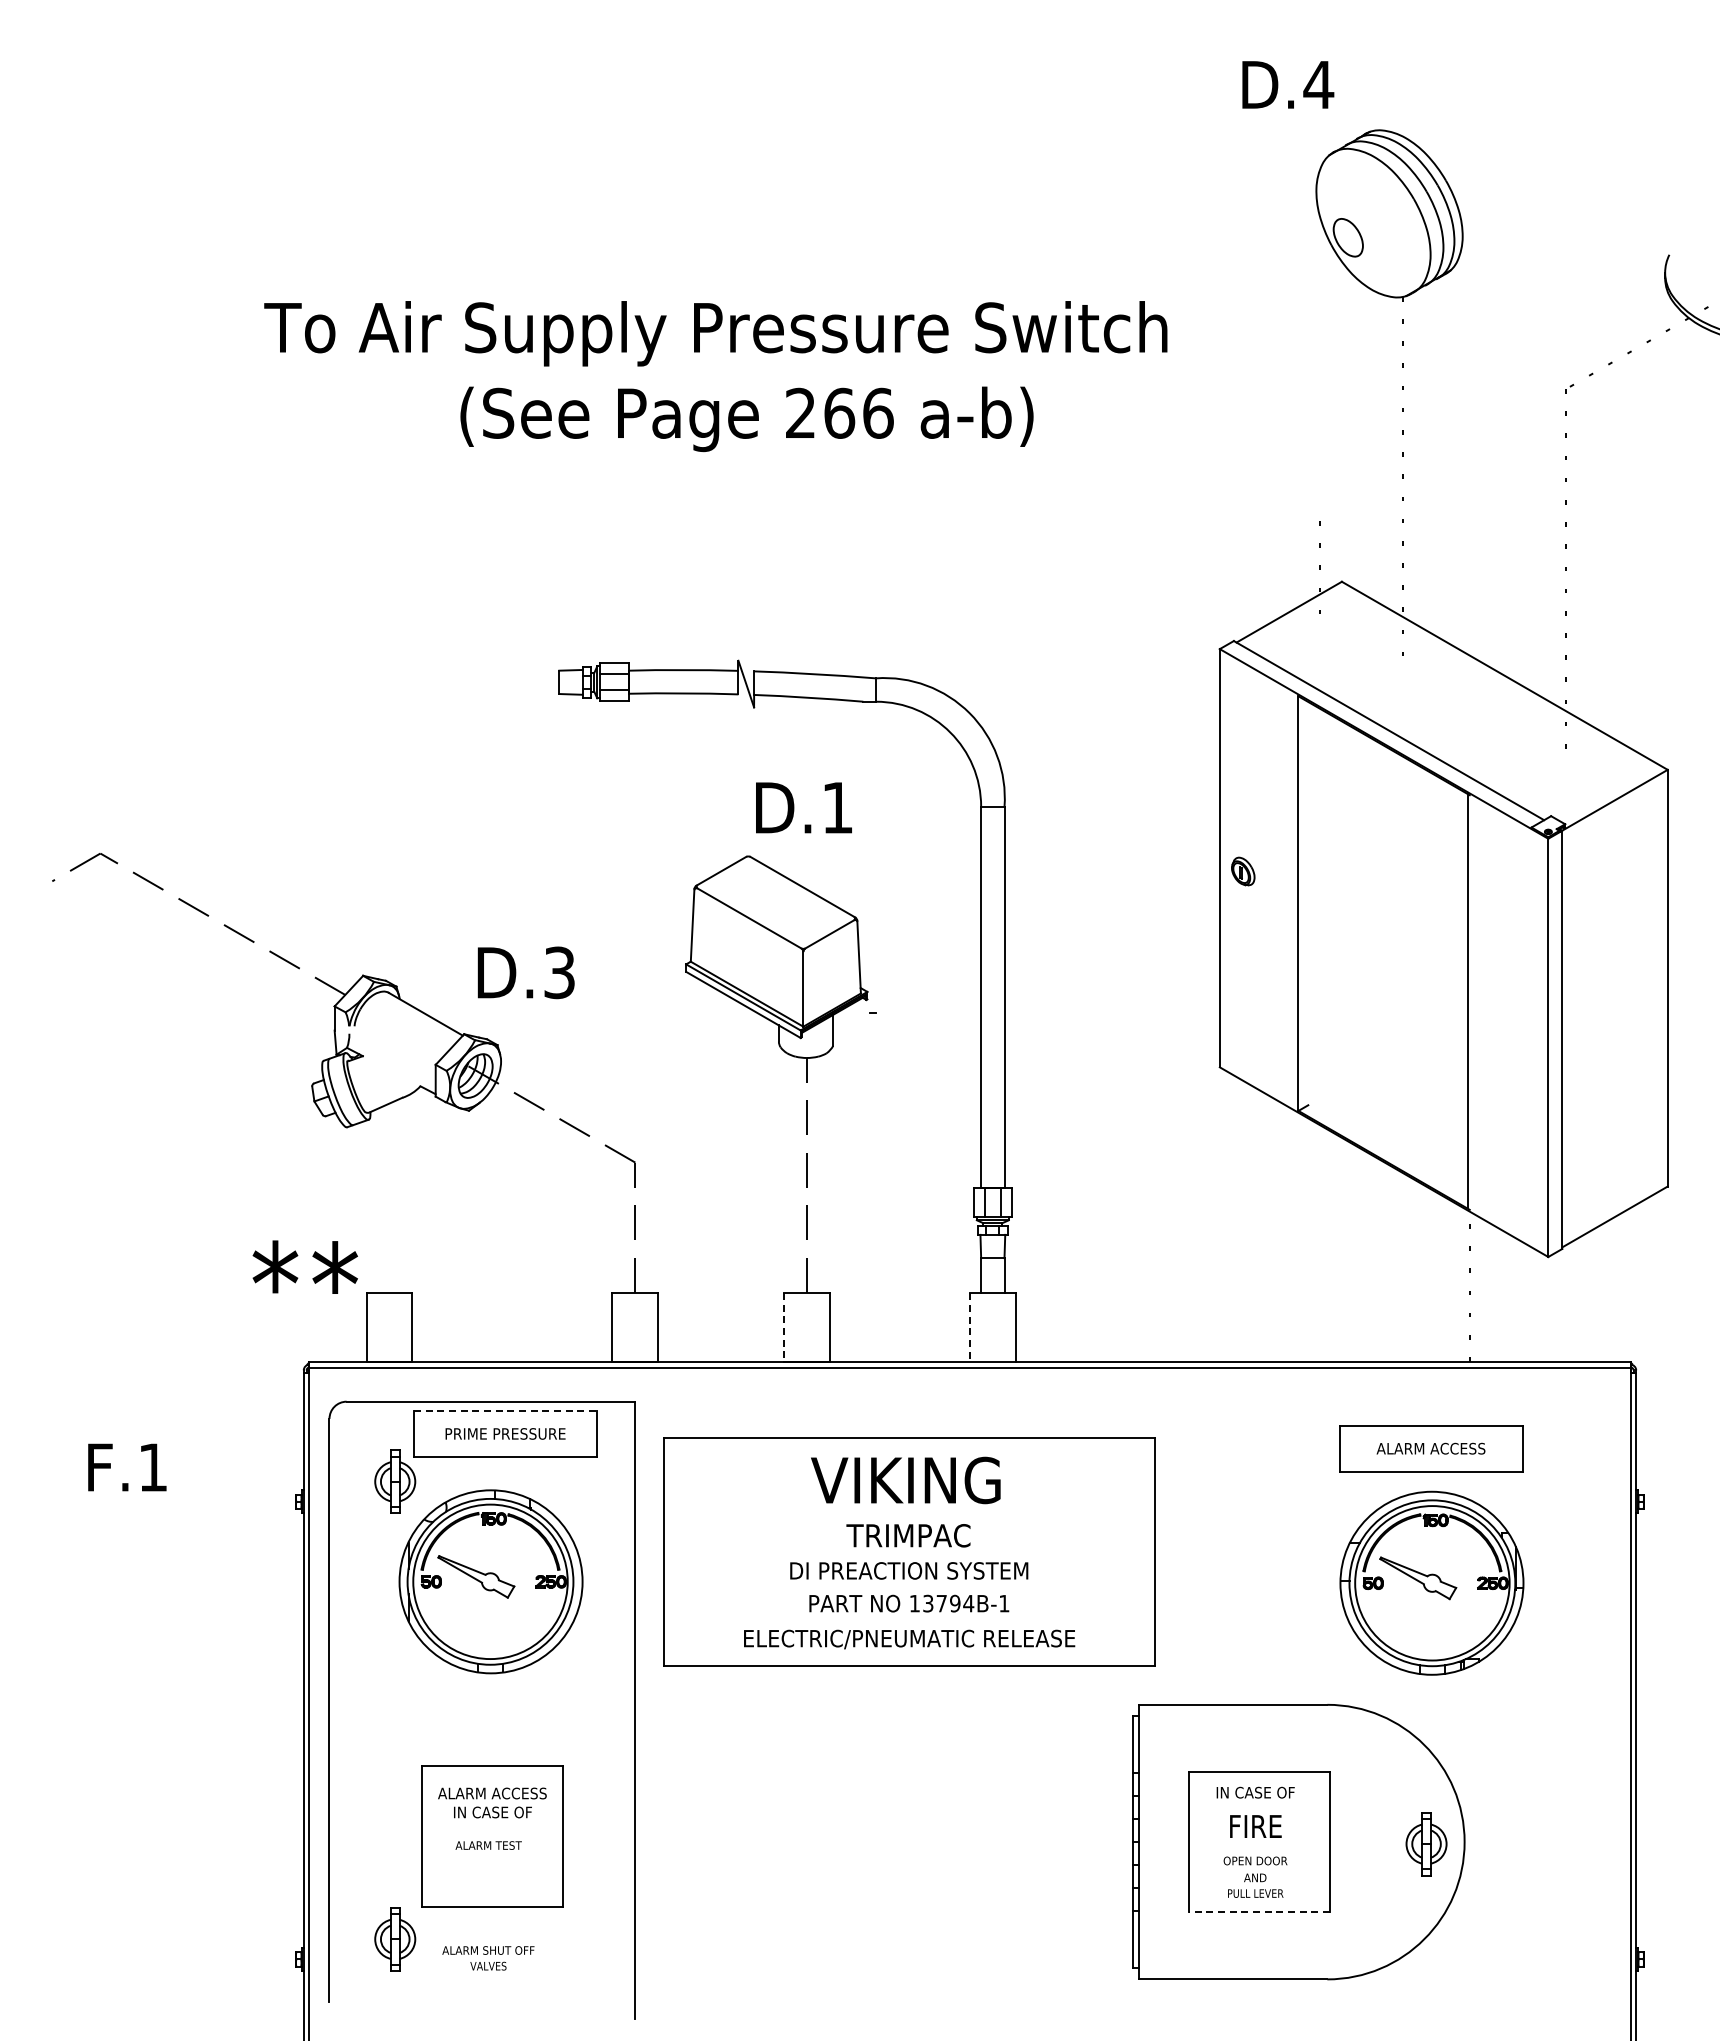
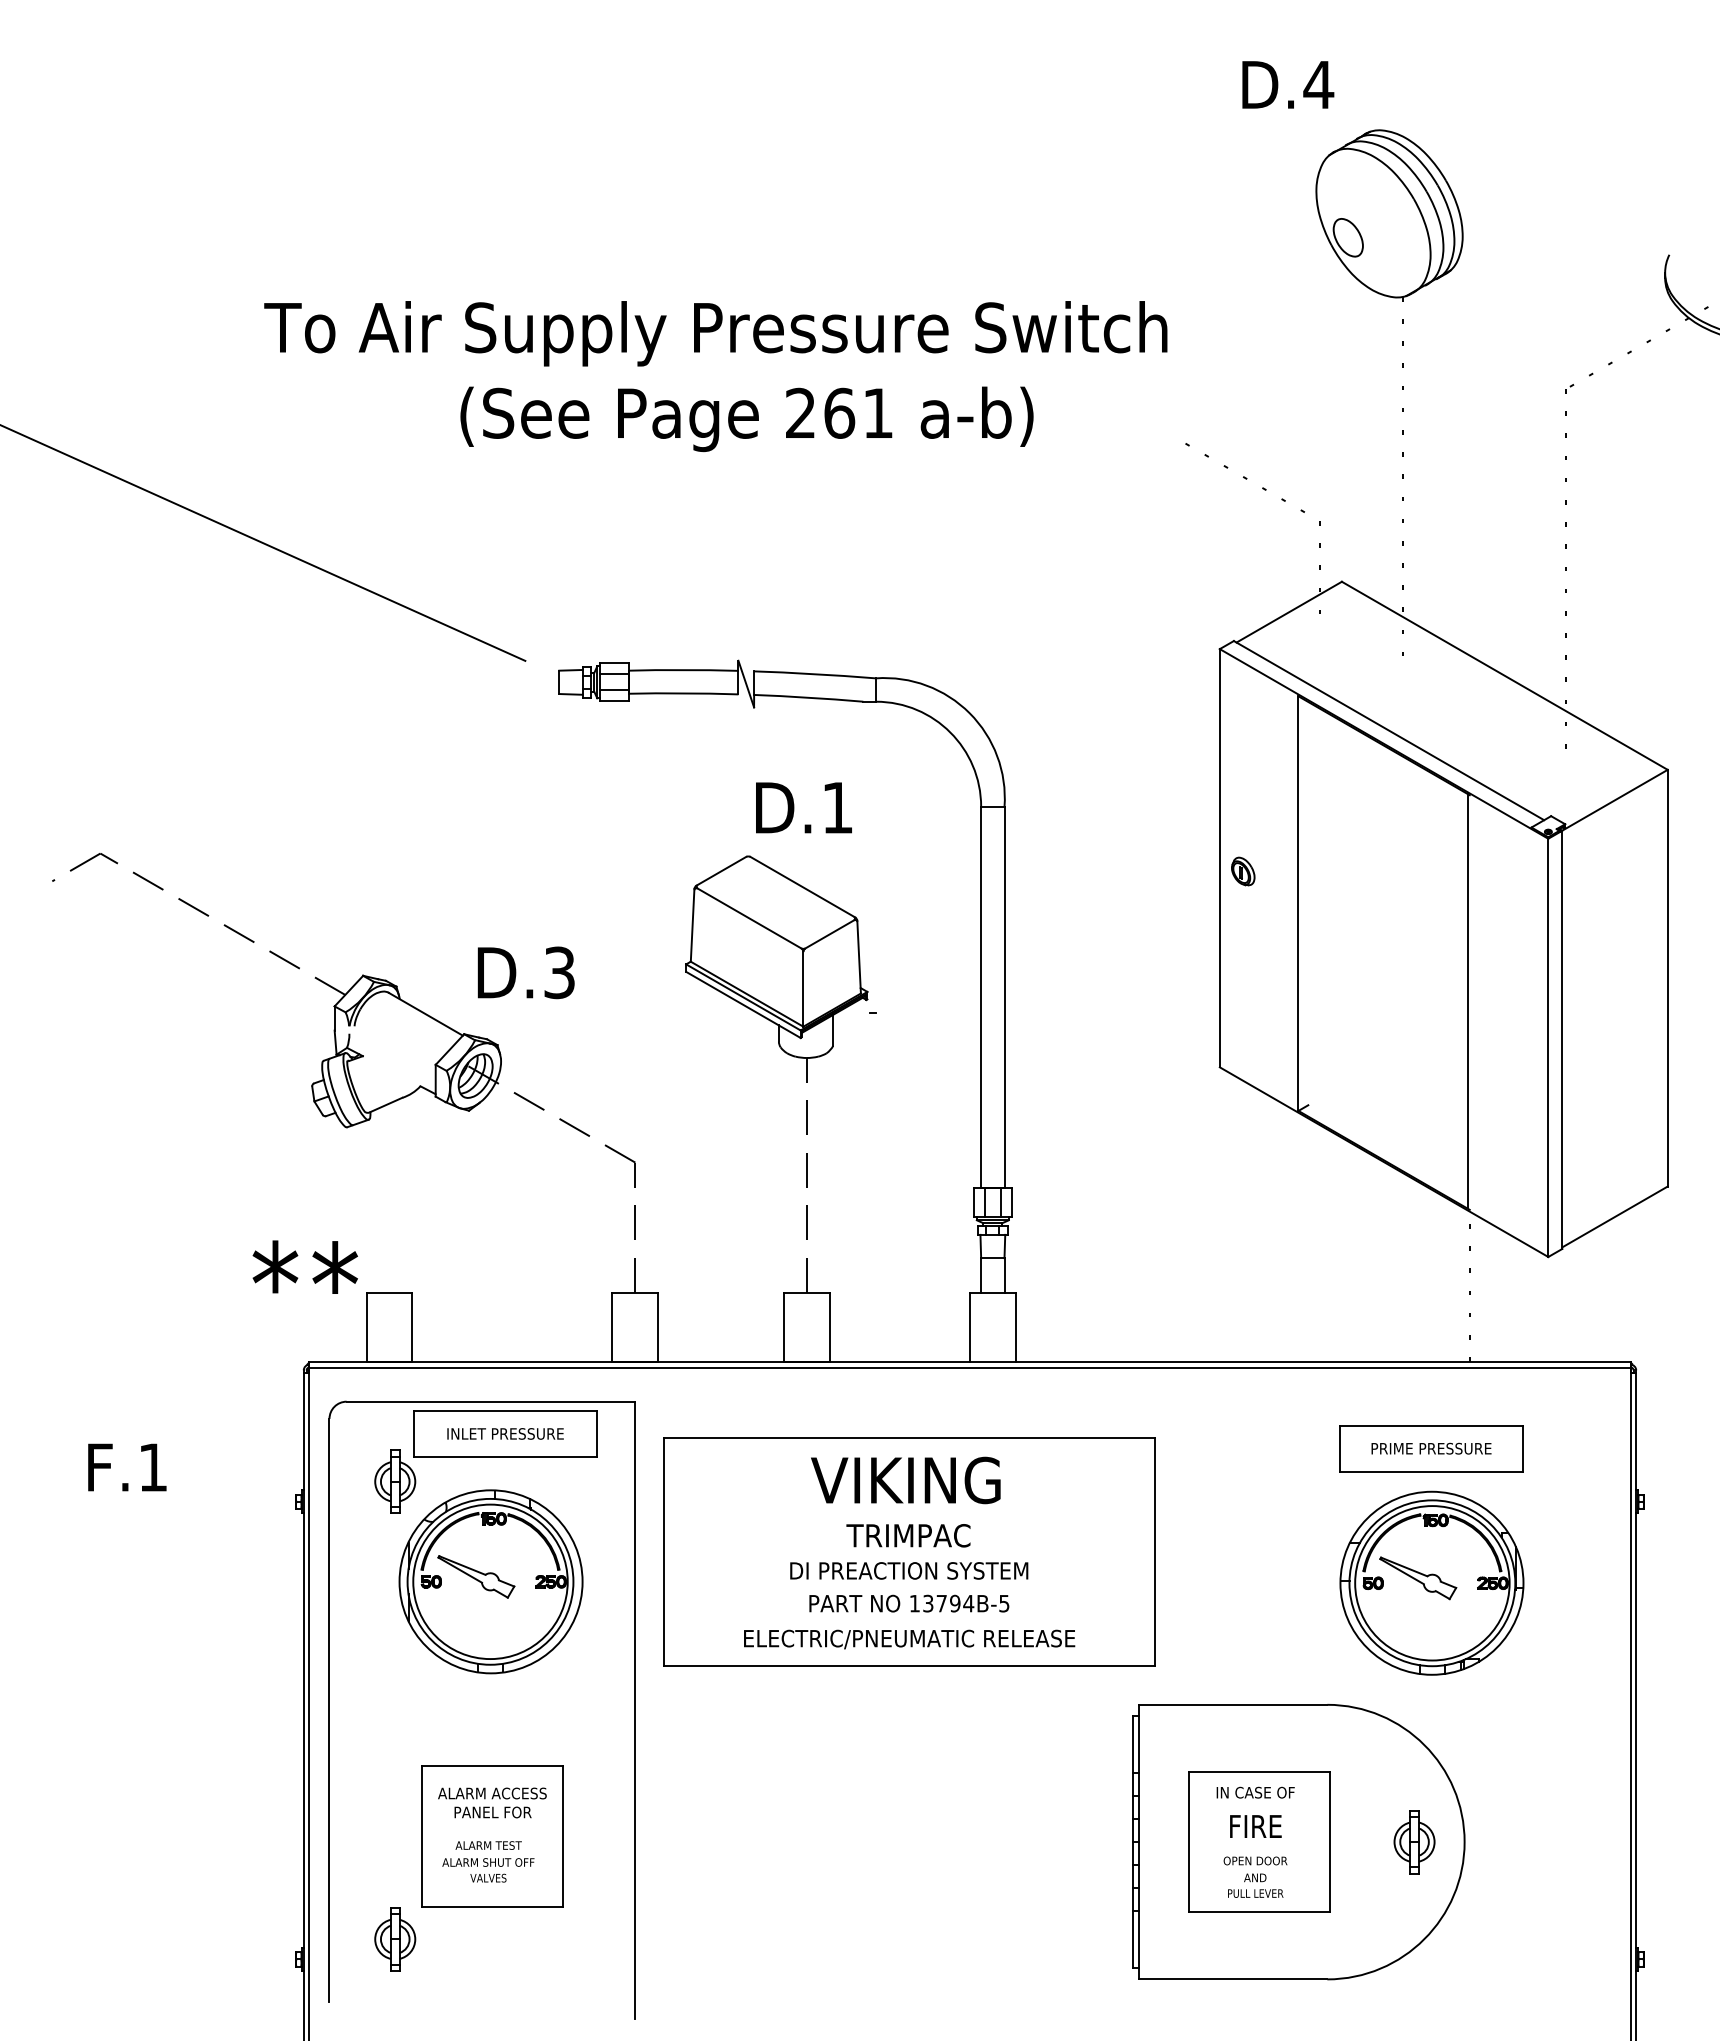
text at (878, 412): 266 -> 261
line at (1244, 477): none -> present
line at (263, 543): none -> present
line at (784, 1327): dashed -> solid
line at (970, 1328): dashed -> solid
line at (505, 1411): dashed -> solid
text at (505, 1433): PRIME PRESSURE -> INLET PRESSURE
text at (1431, 1448): ALARM ACCESS -> PRIME PRESSURE
text at (1004, 1603): 13794B-1 -> 13794B-5
text at (492, 1812): IN CASE OF -> PANEL FOR
part at (1426, 1844) position: (1426, 1844) -> (1414, 1842)
line at (1259, 1912): dashed -> solid
text at (488, 1958) position: (488, 1958) -> (488, 1870)
